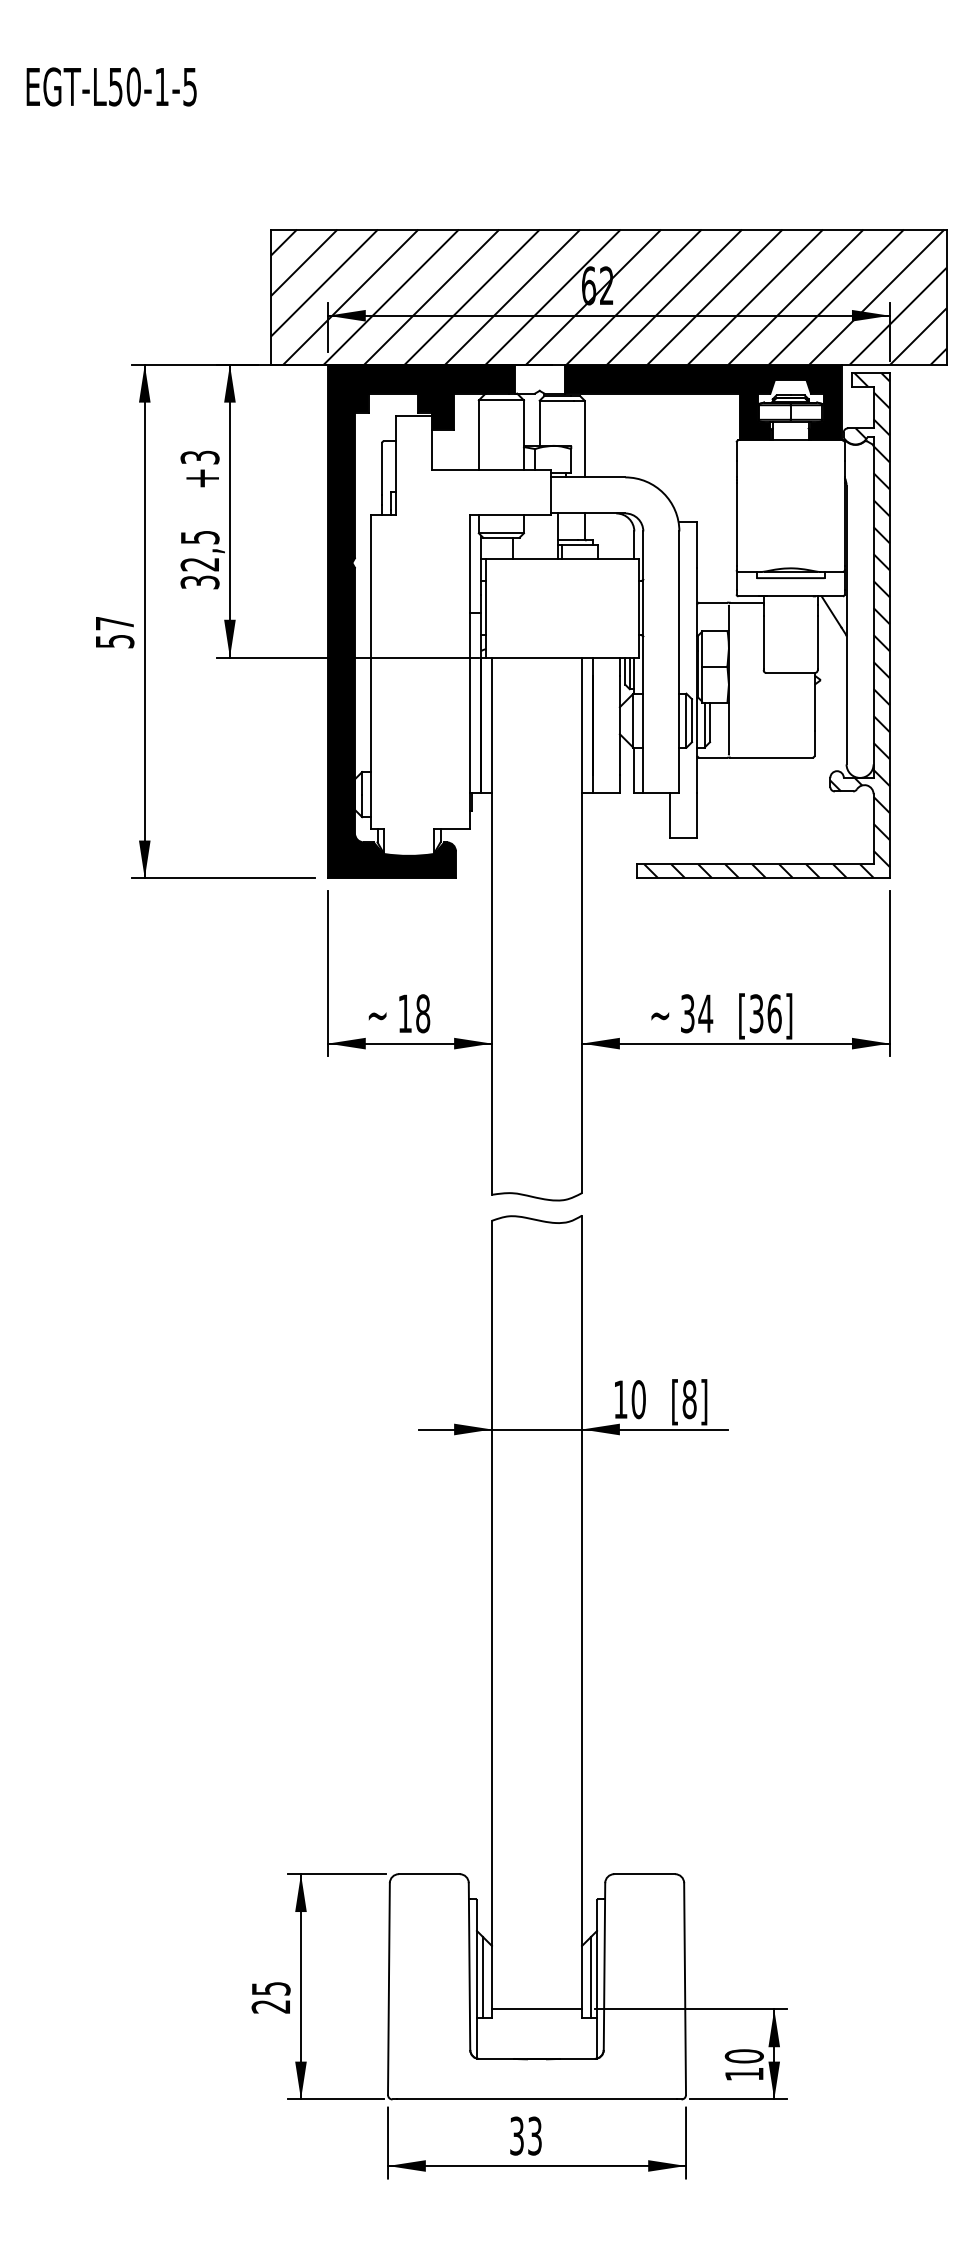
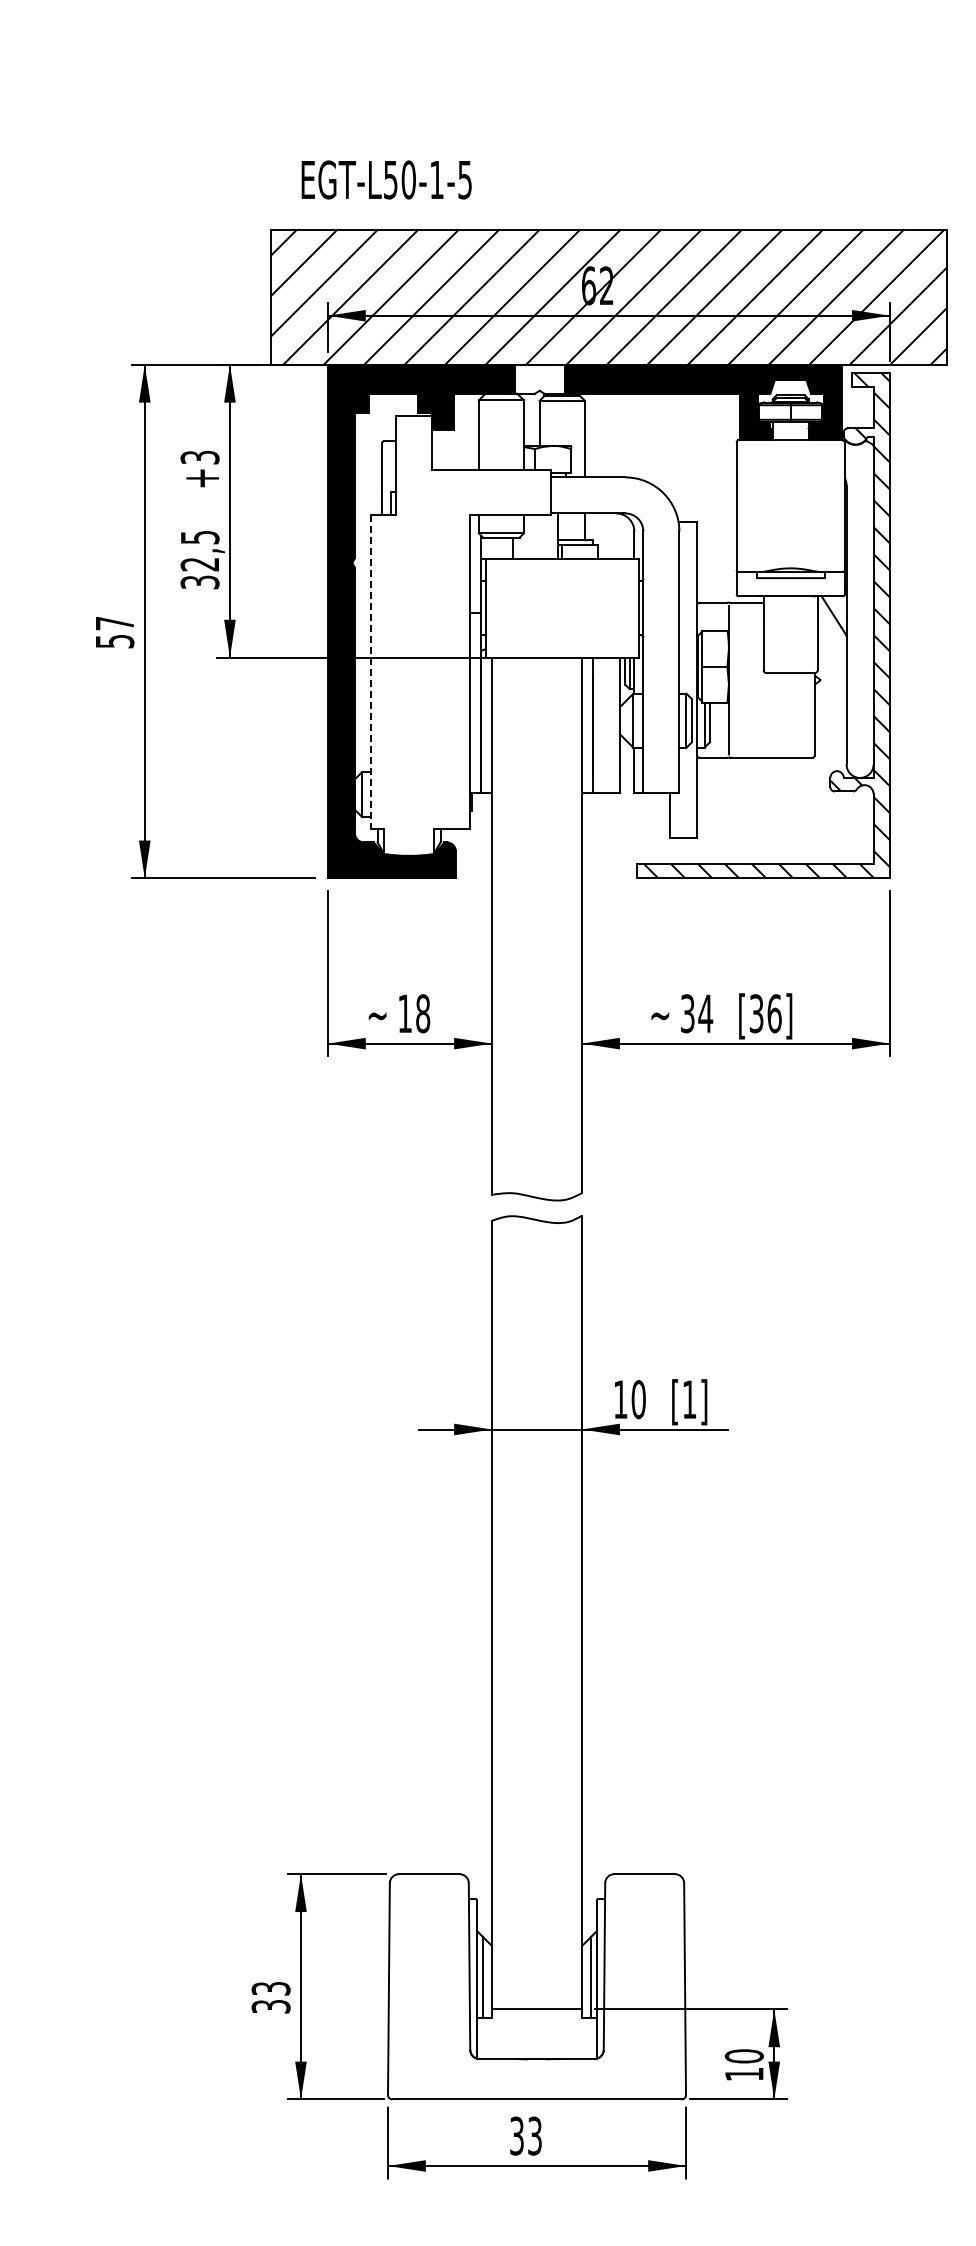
text at (111, 86) position: (111, 86) -> (386, 179)
line at (370, 672): solid -> dashed
text at (689, 1399): [8] -> [1]
text at (270, 1997): 25 -> 33
